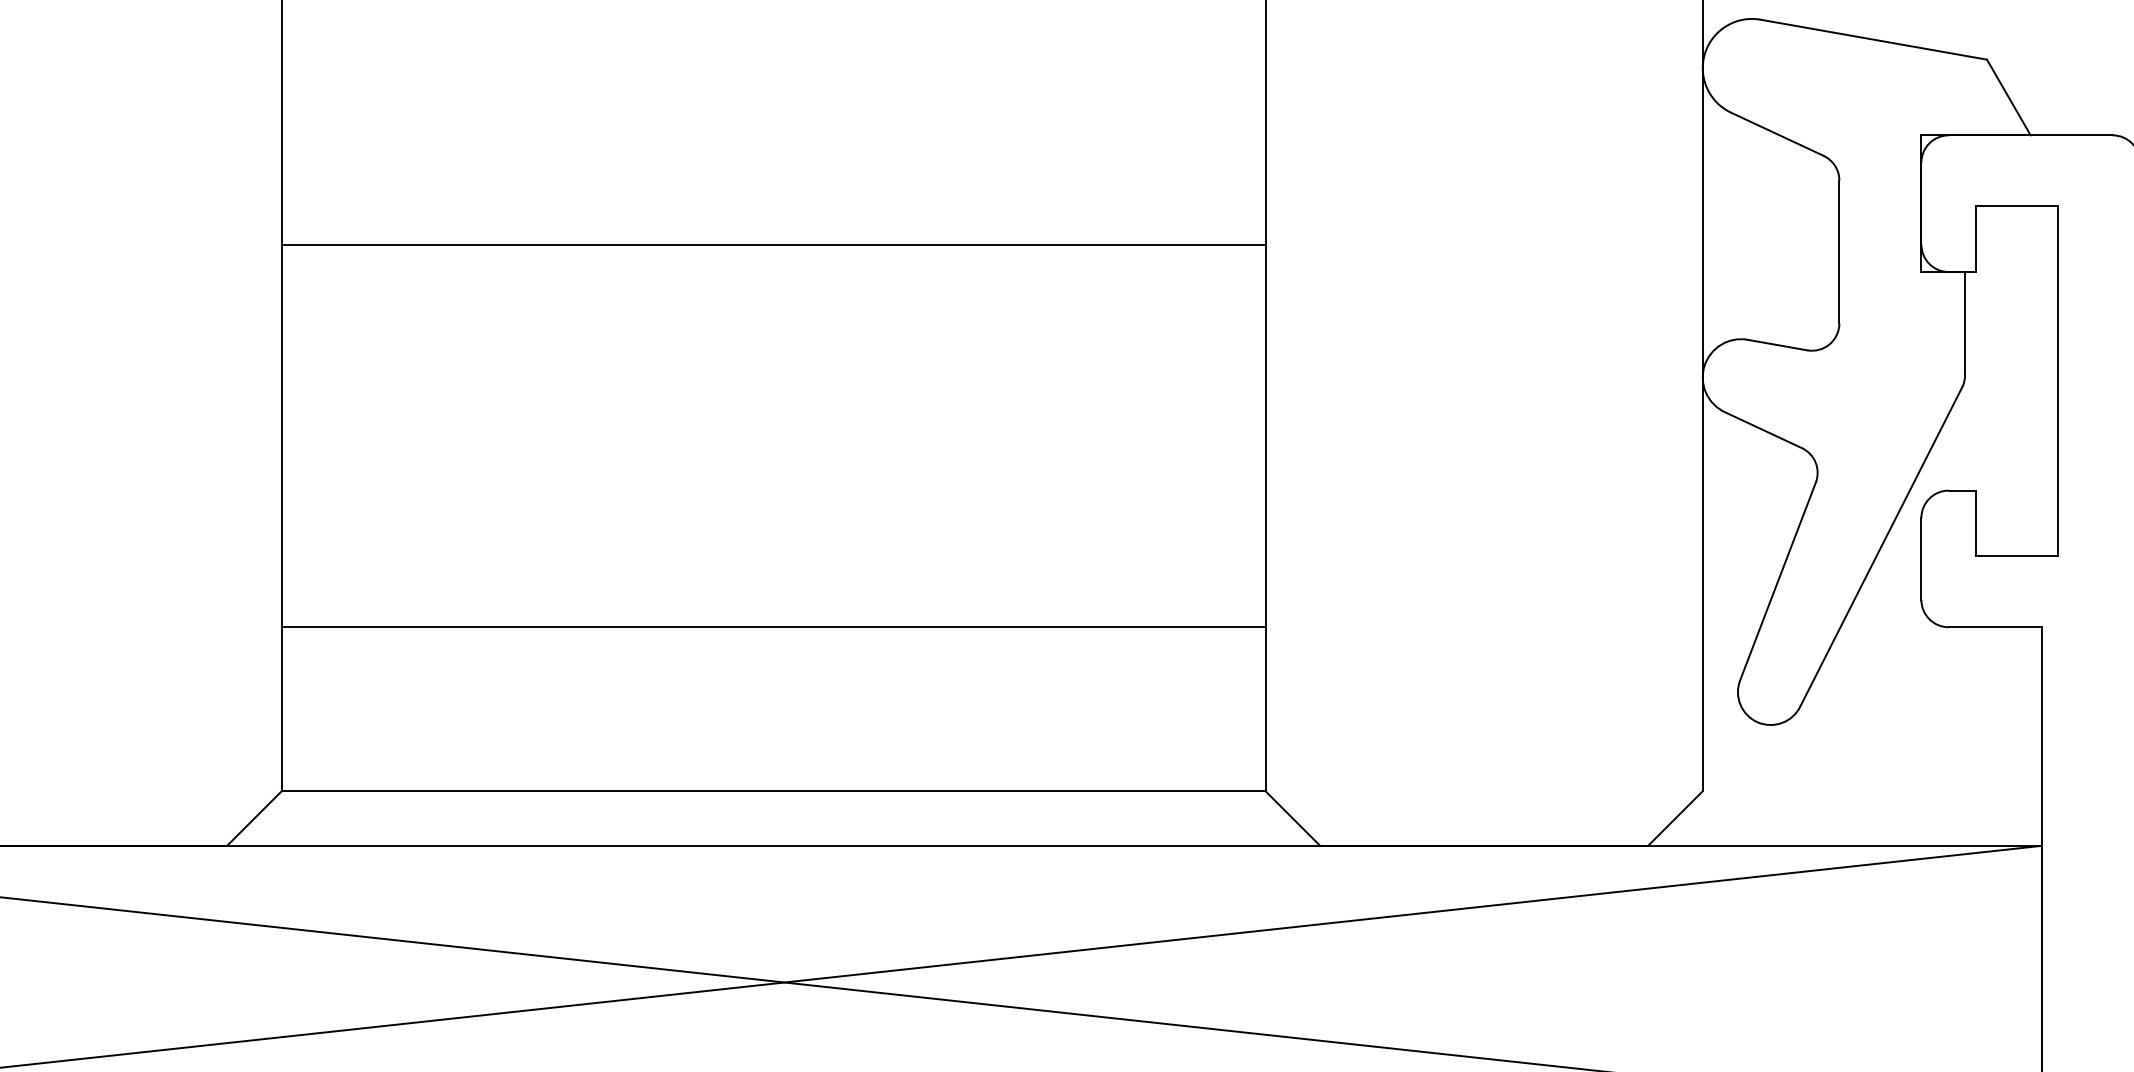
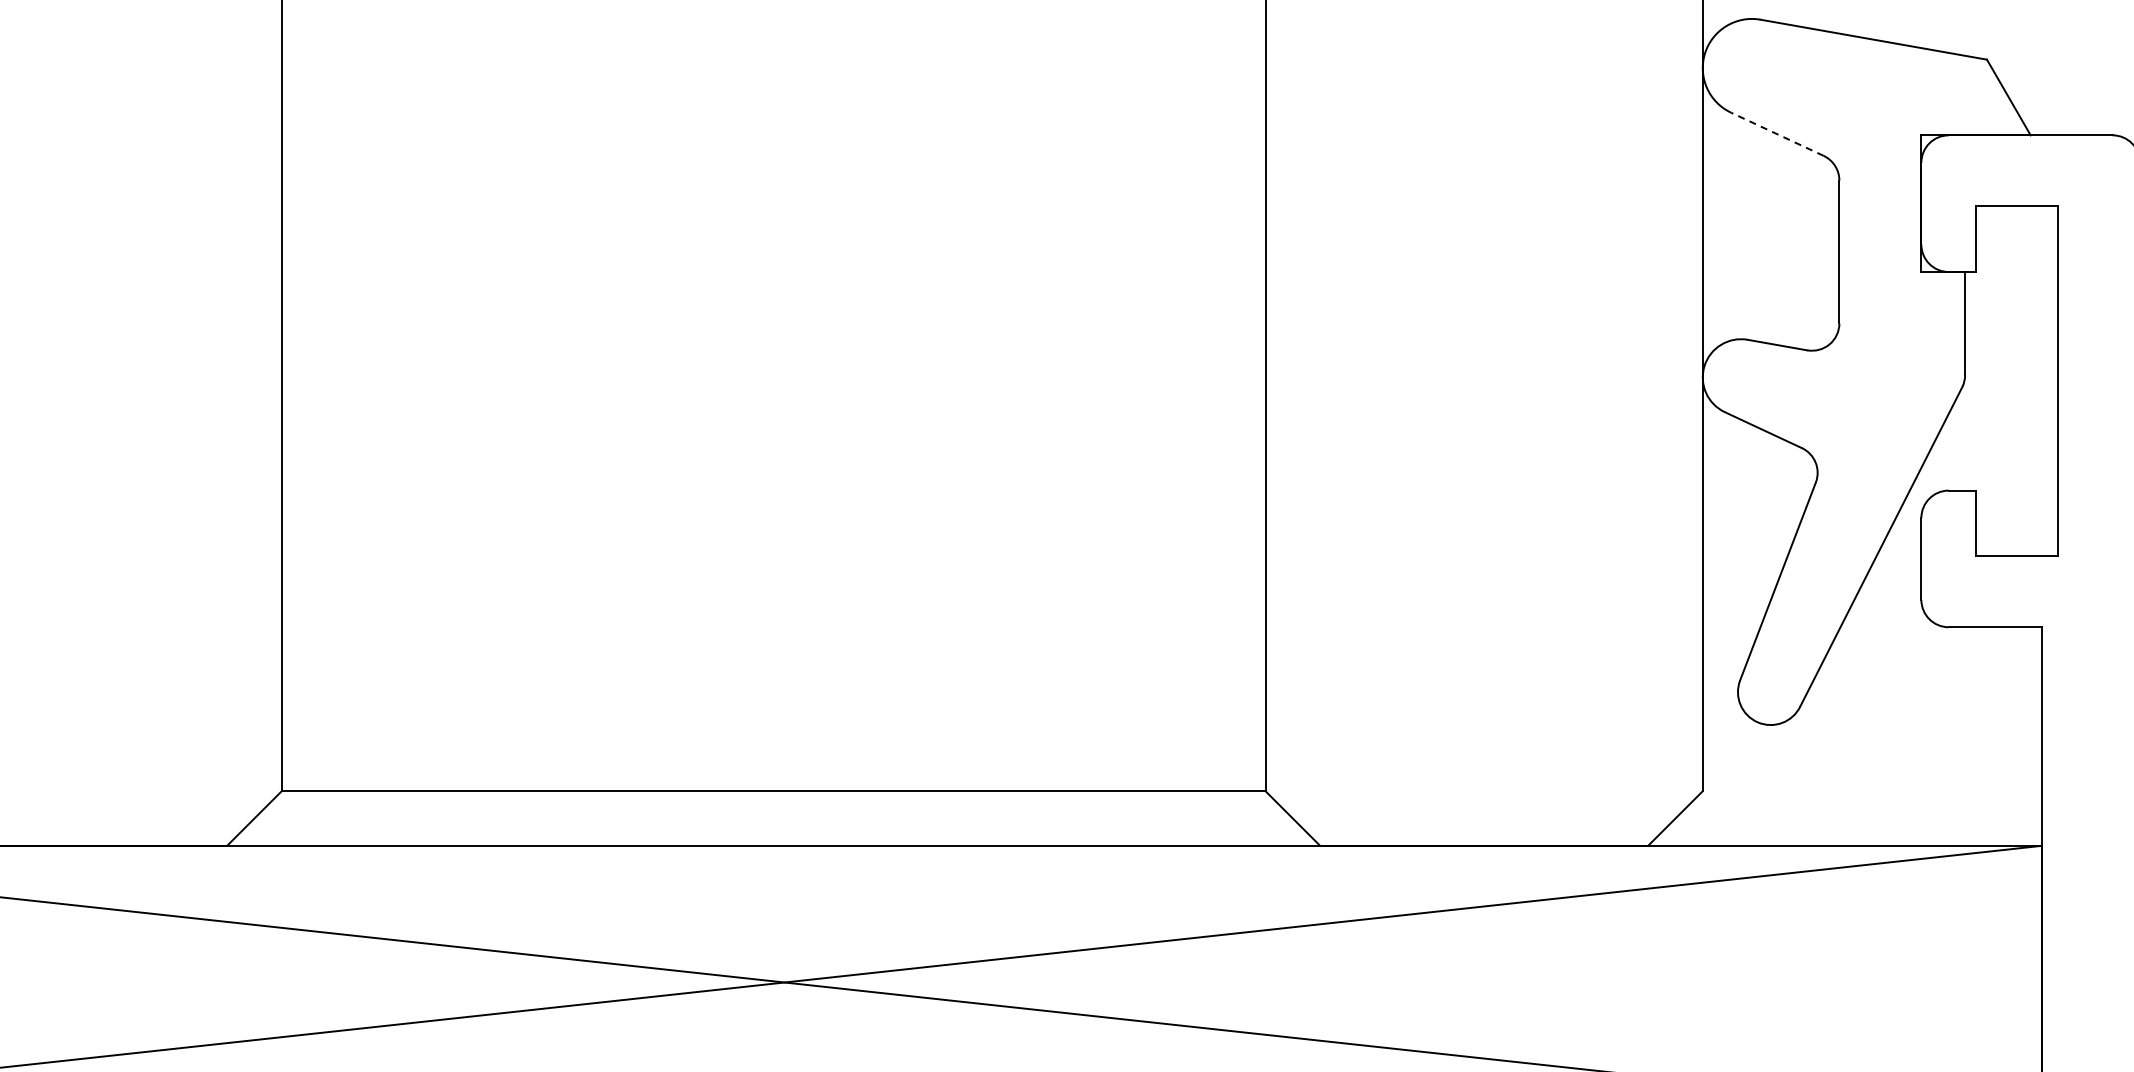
line at (1776, 134): solid -> dashed
line at (773, 244): present -> none
line at (773, 627): present -> none
